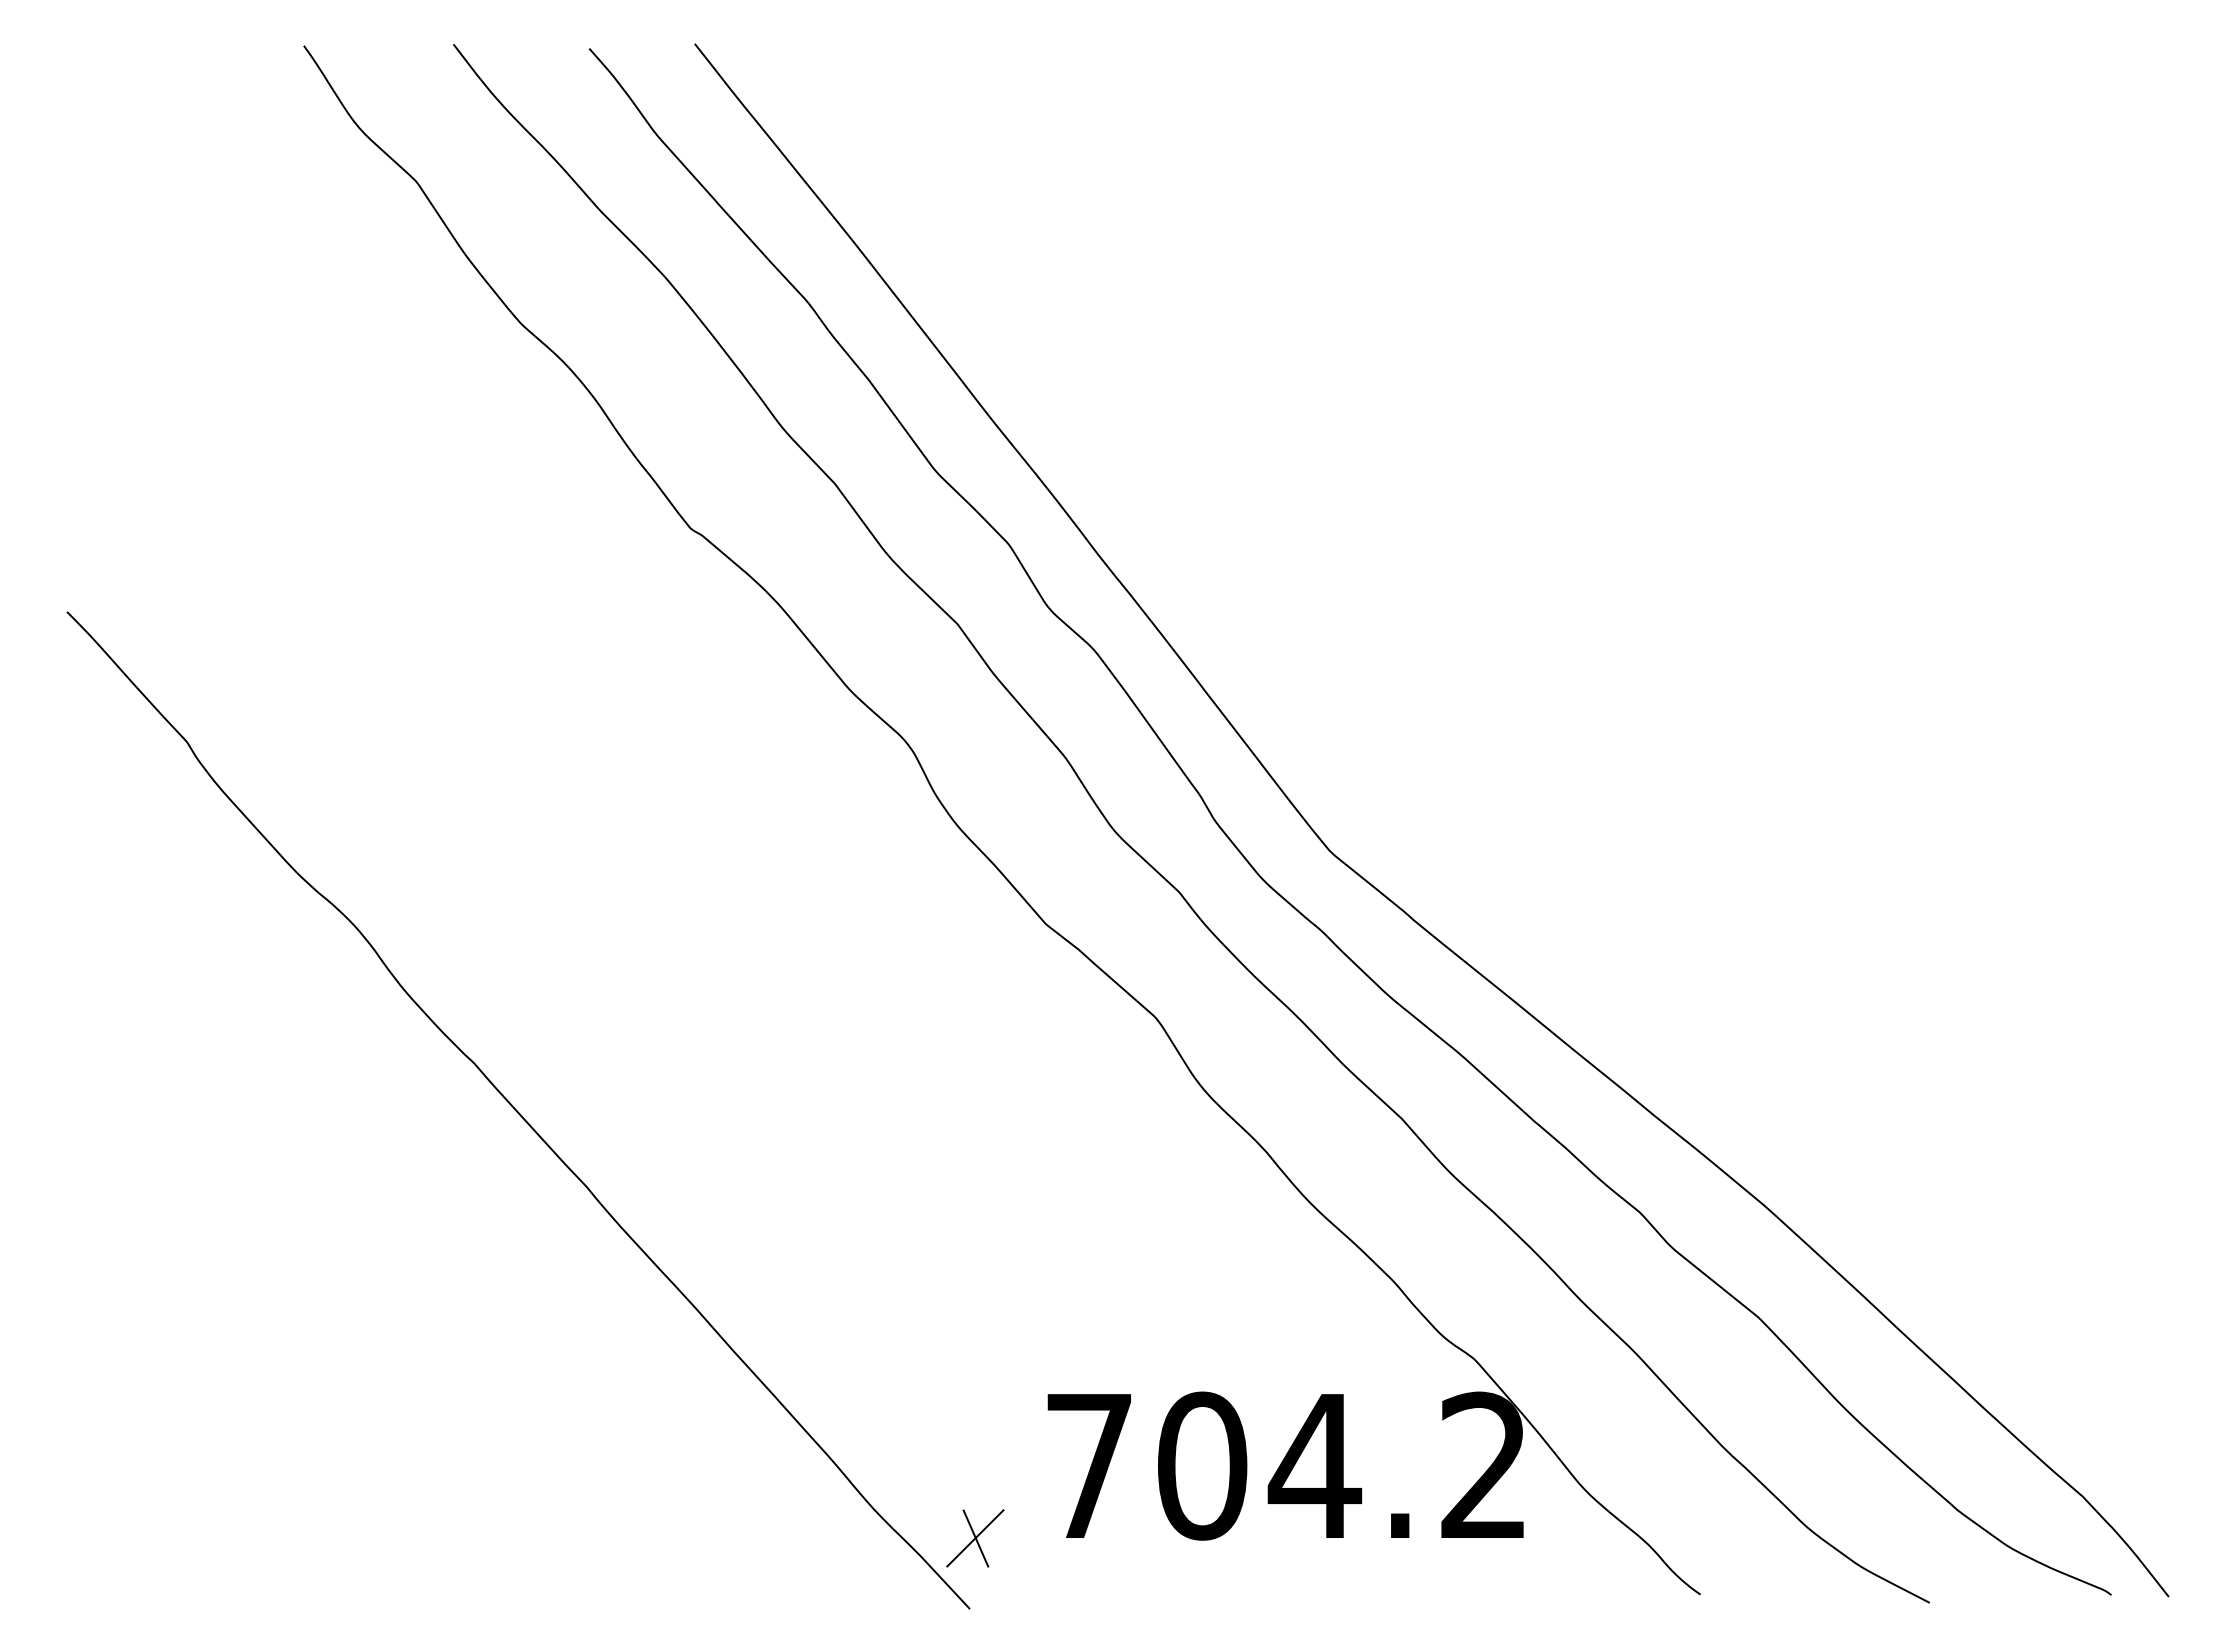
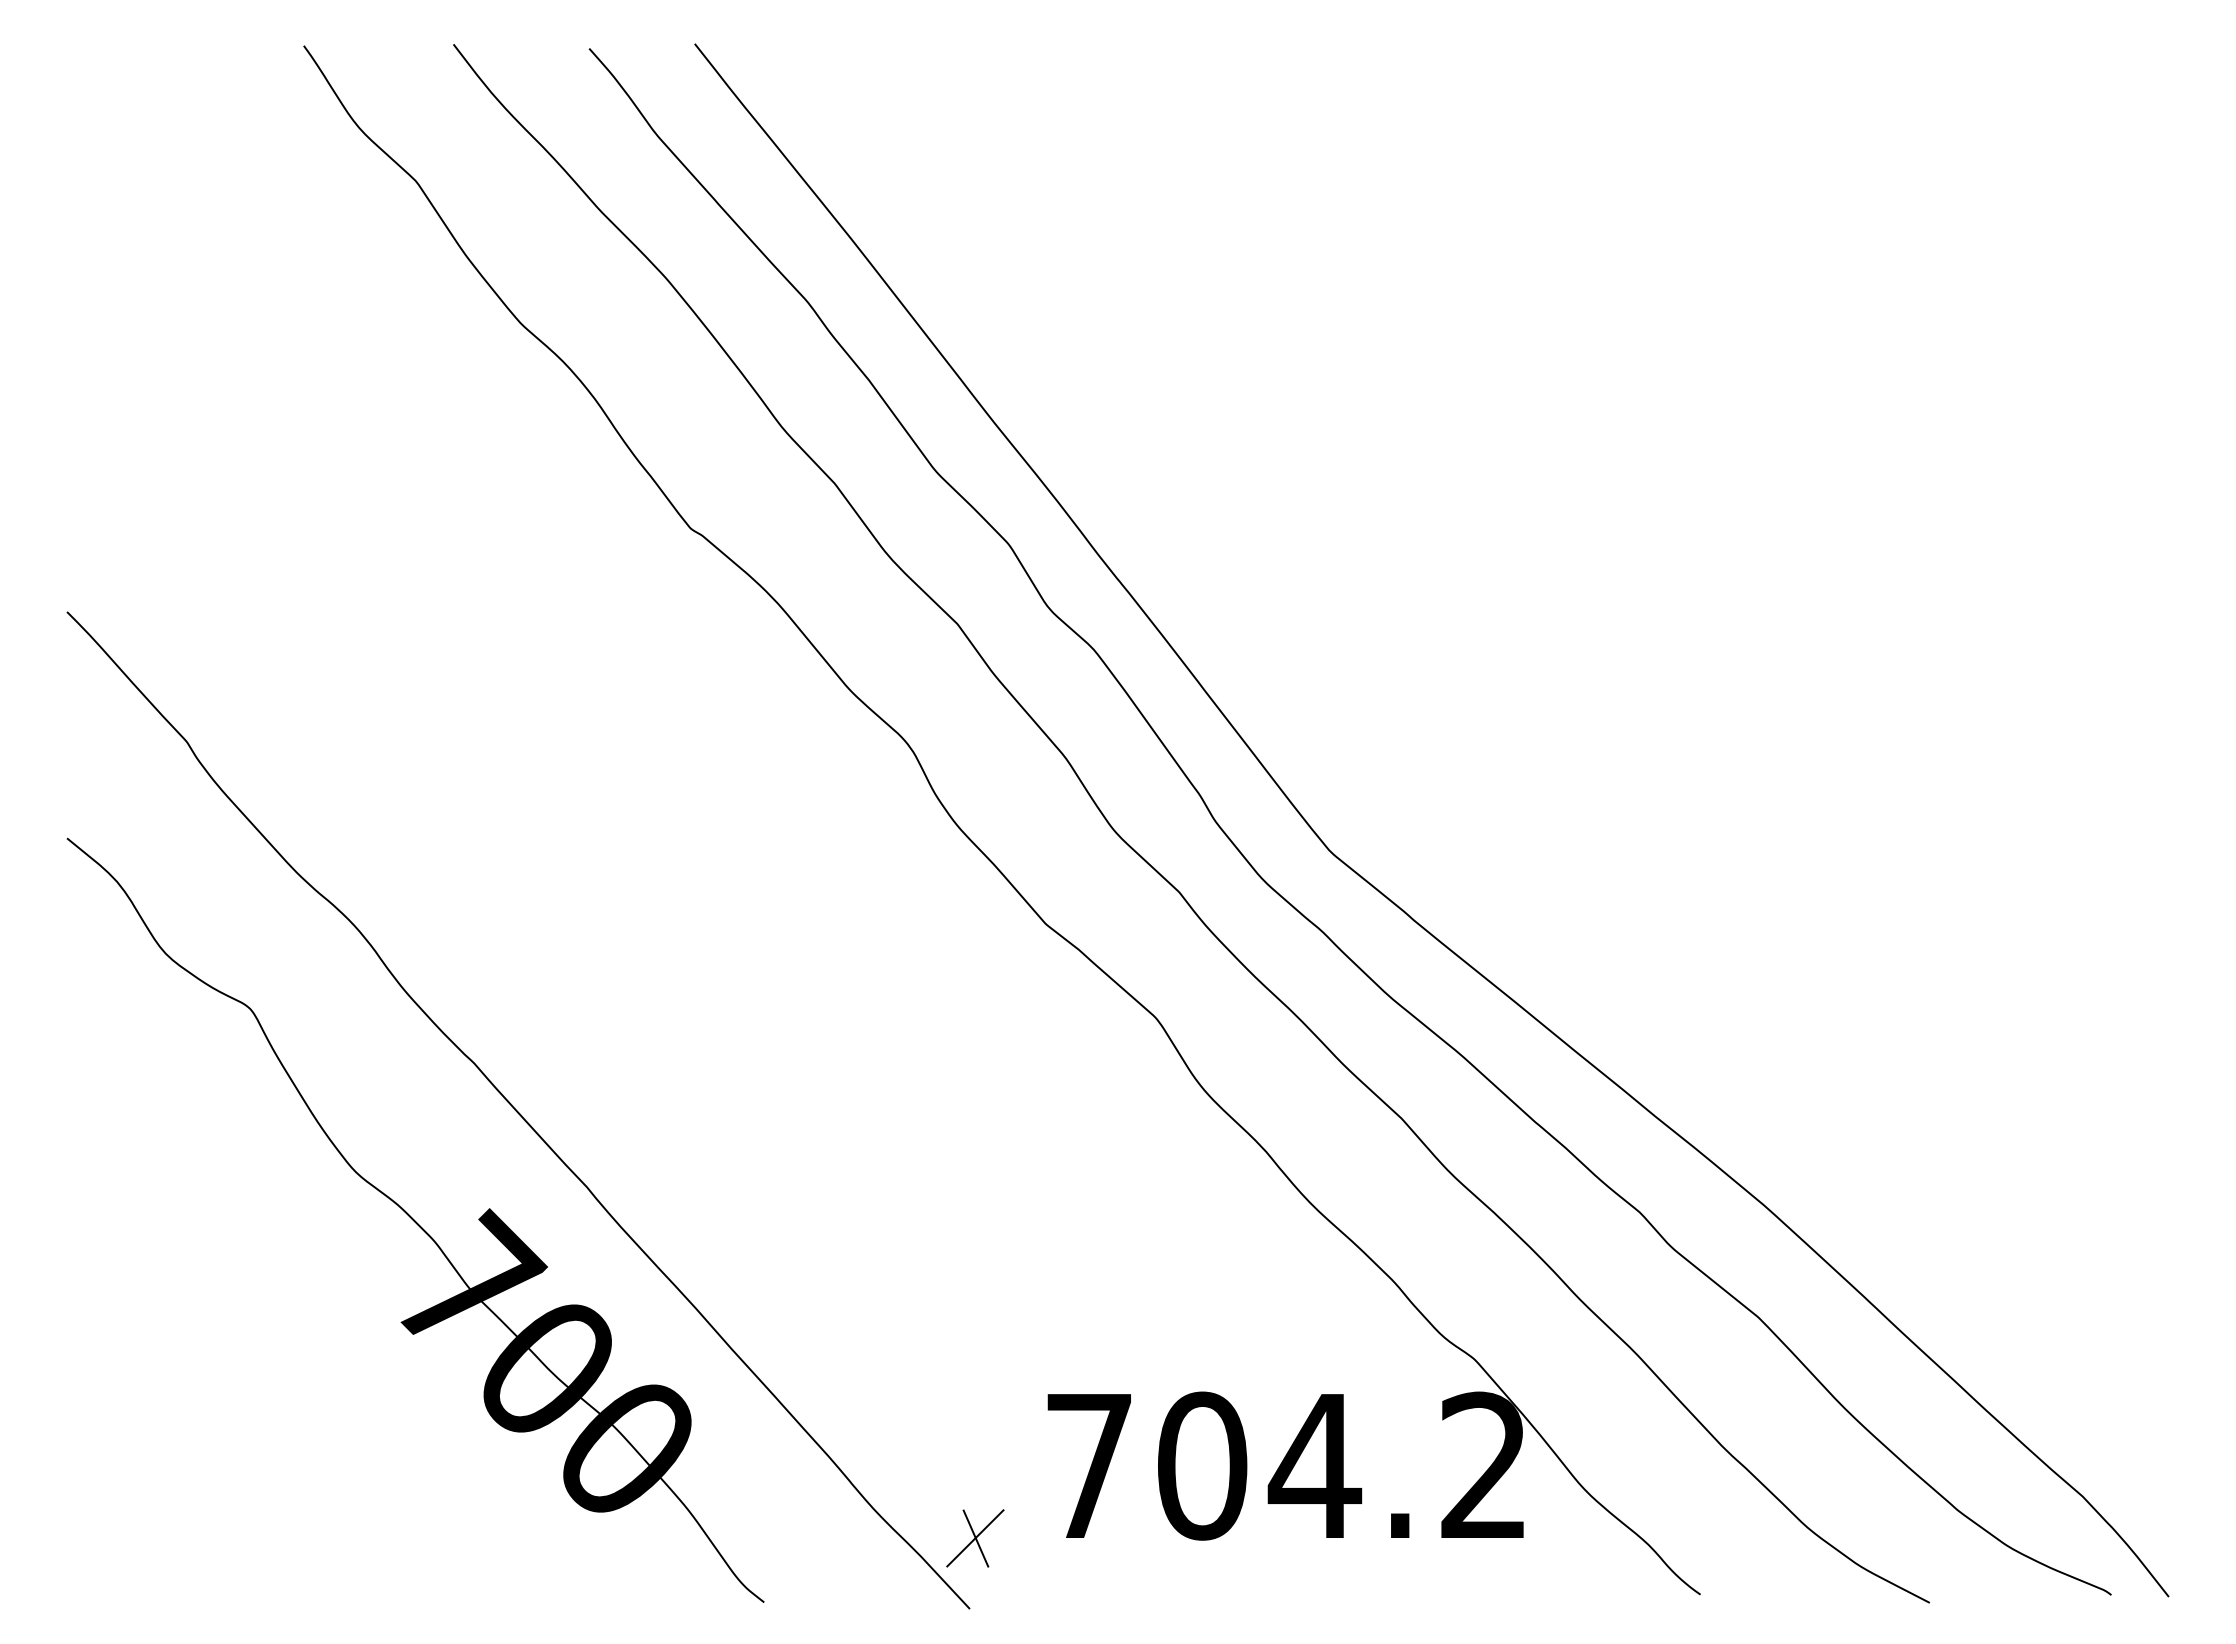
part at (415, 1219): none -> present
